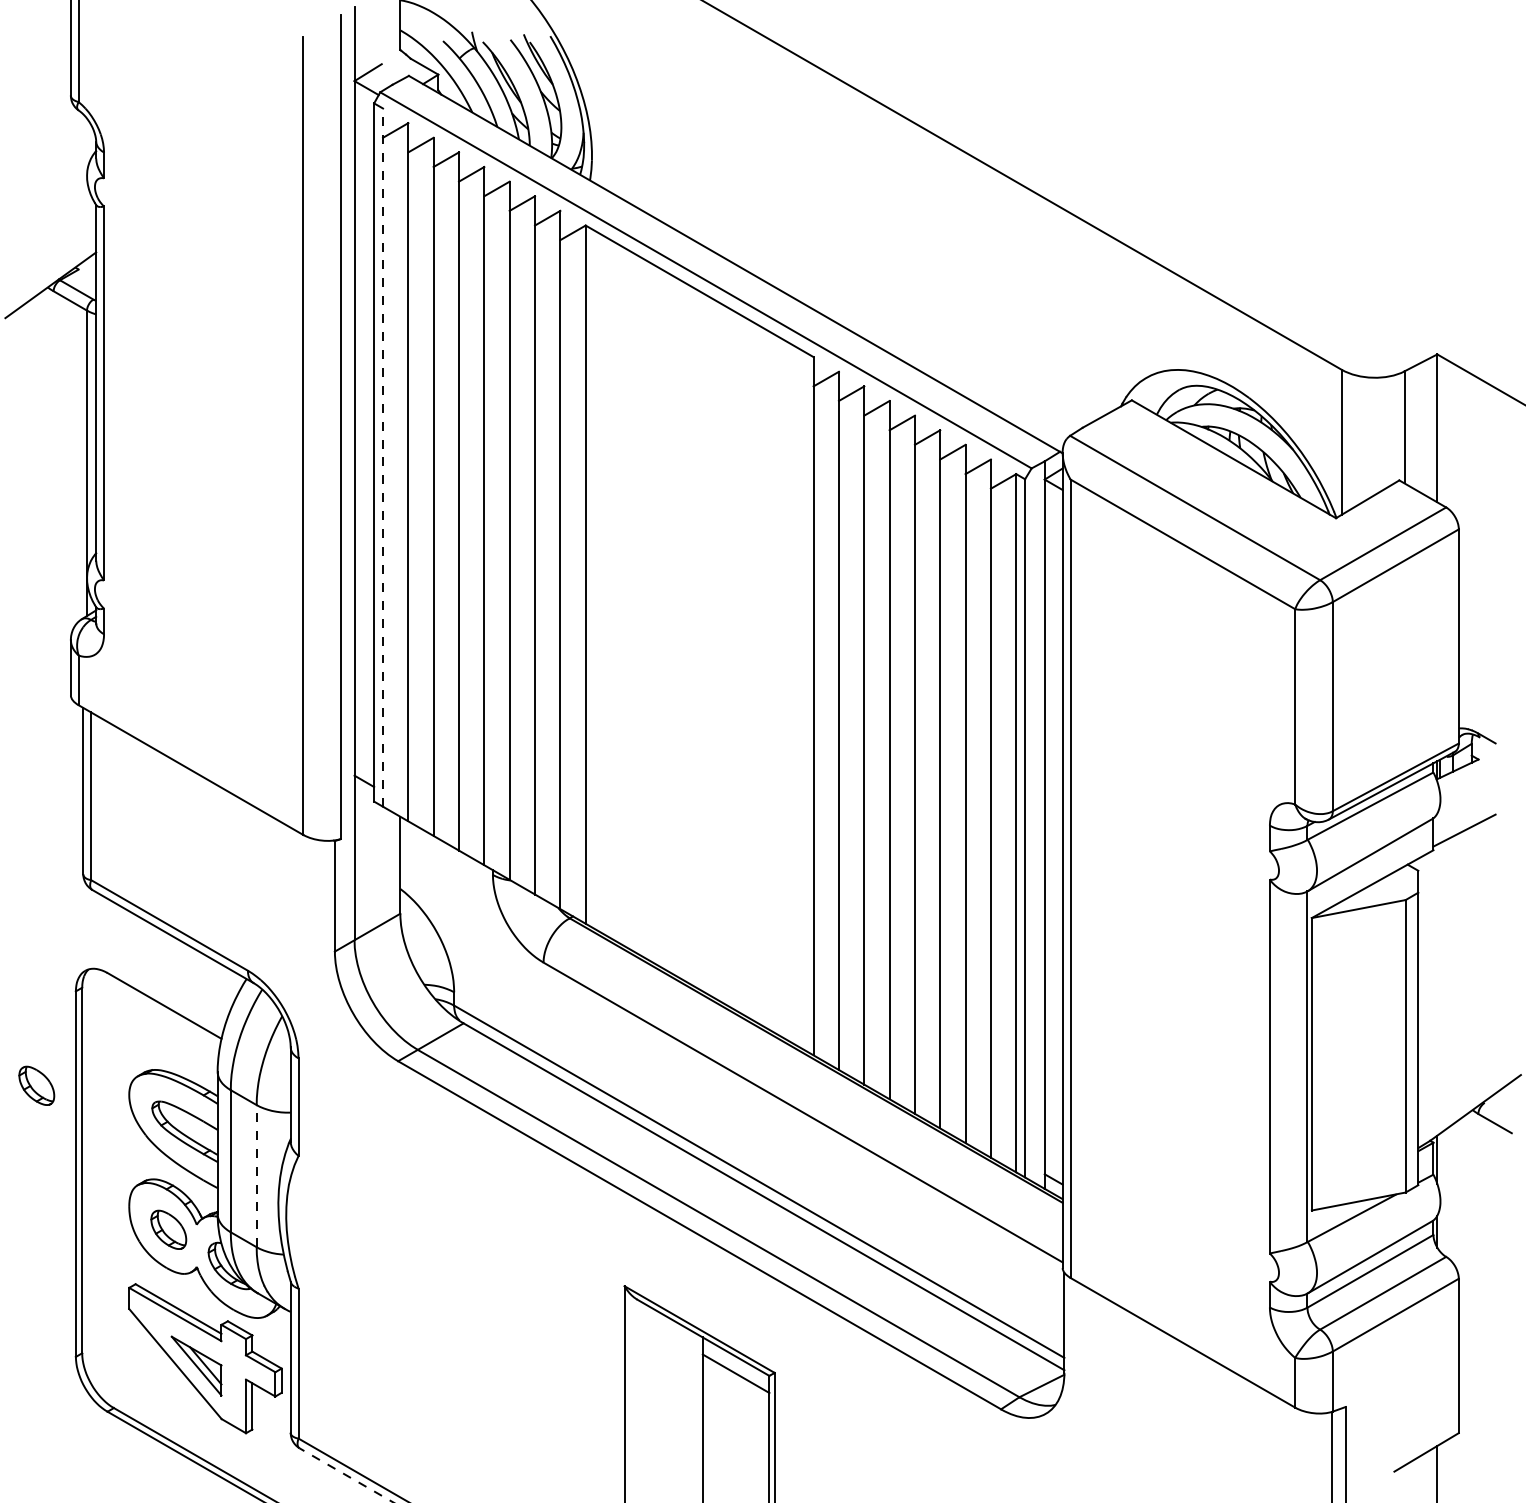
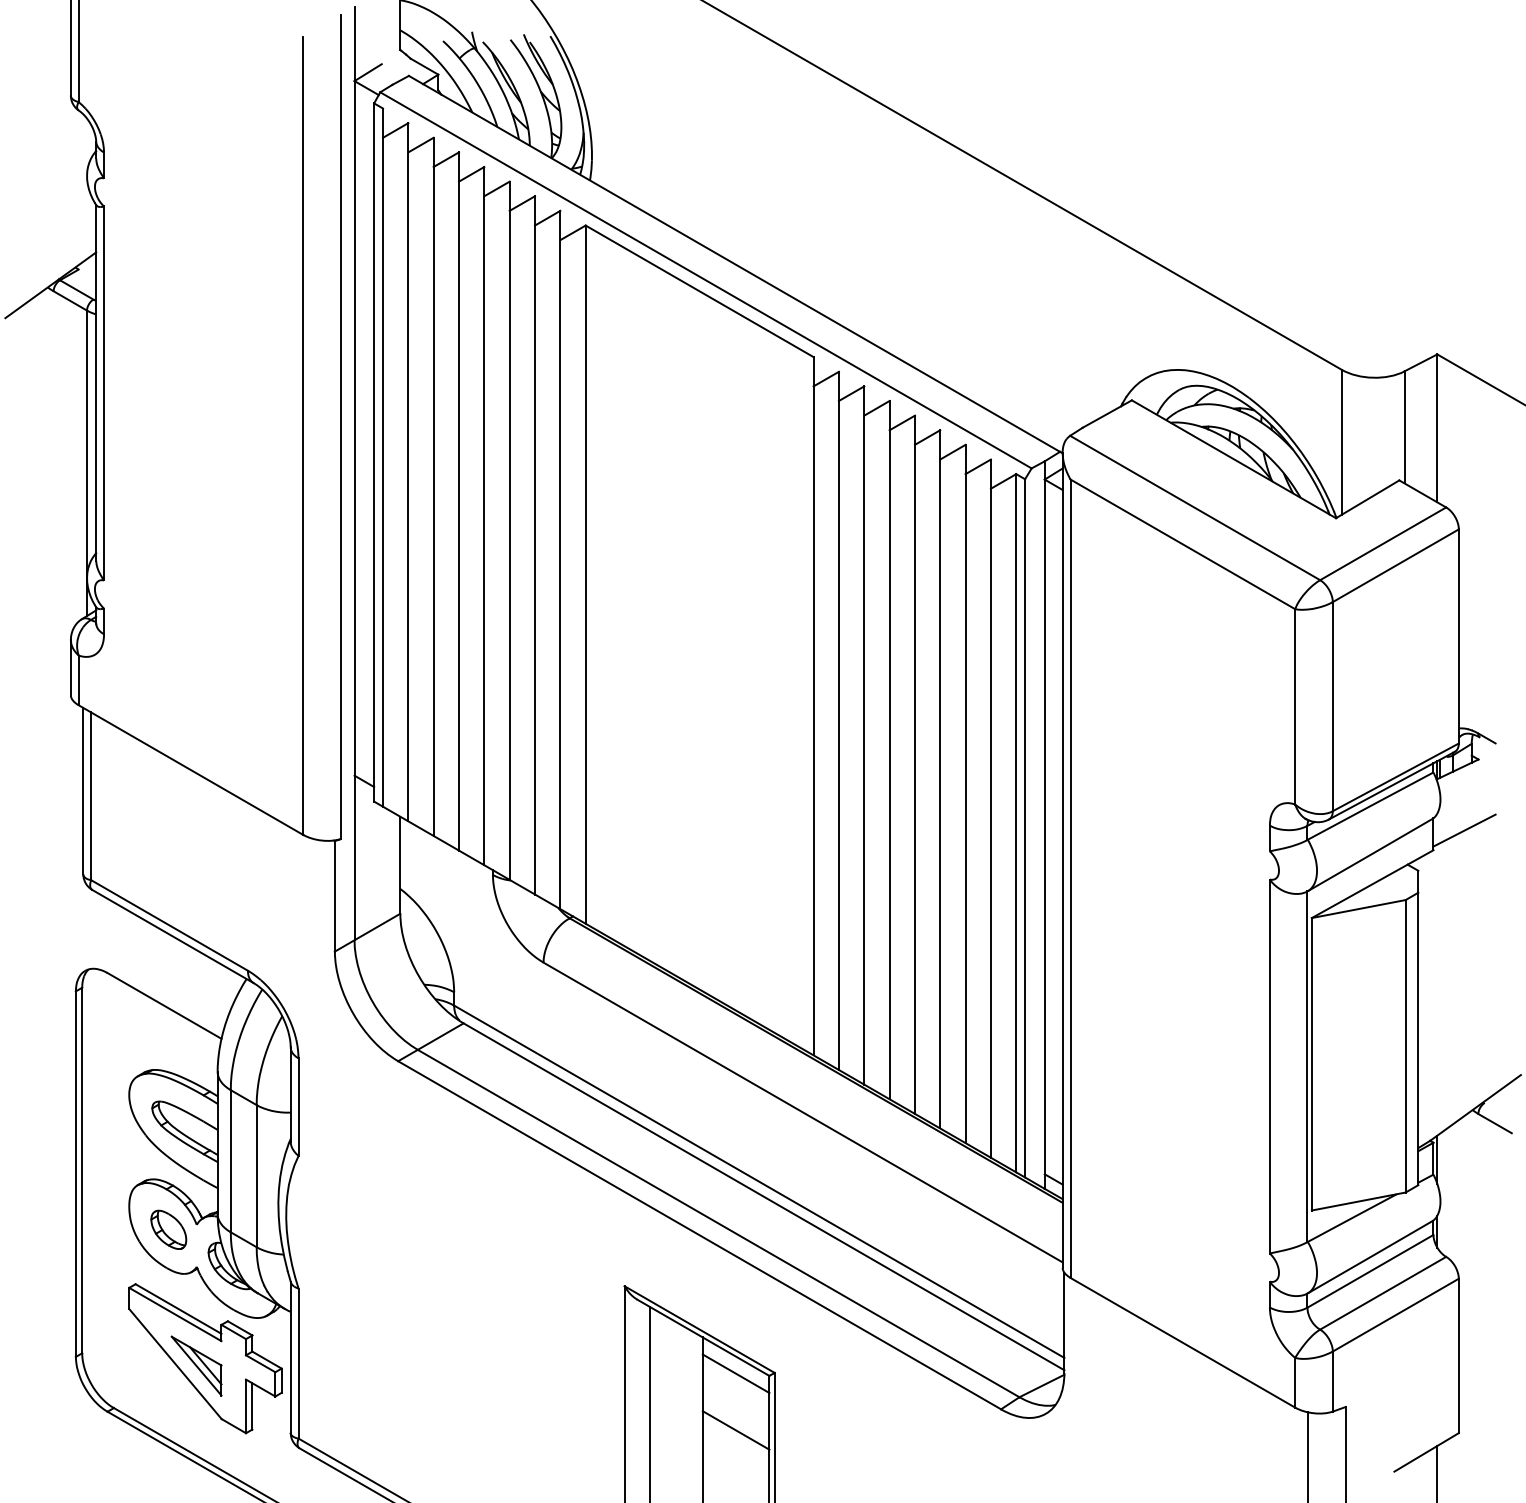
line at (383, 457): dashed -> solid
part at (36, 1085): present -> none
line at (256, 1175): dashed -> solid
line at (650, 1403): none -> present
line at (735, 1430): none -> present
line at (1332, 1455) position: (1332, 1455) -> (1308, 1455)
line at (346, 1475): dashed -> solid
